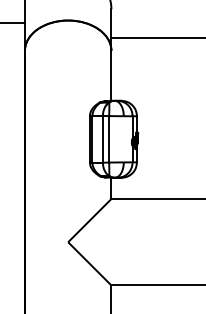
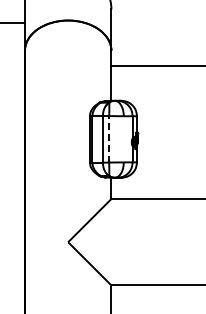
line at (156, 37) position: (156, 37) -> (156, 65)
line at (109, 138): solid -> dashed
